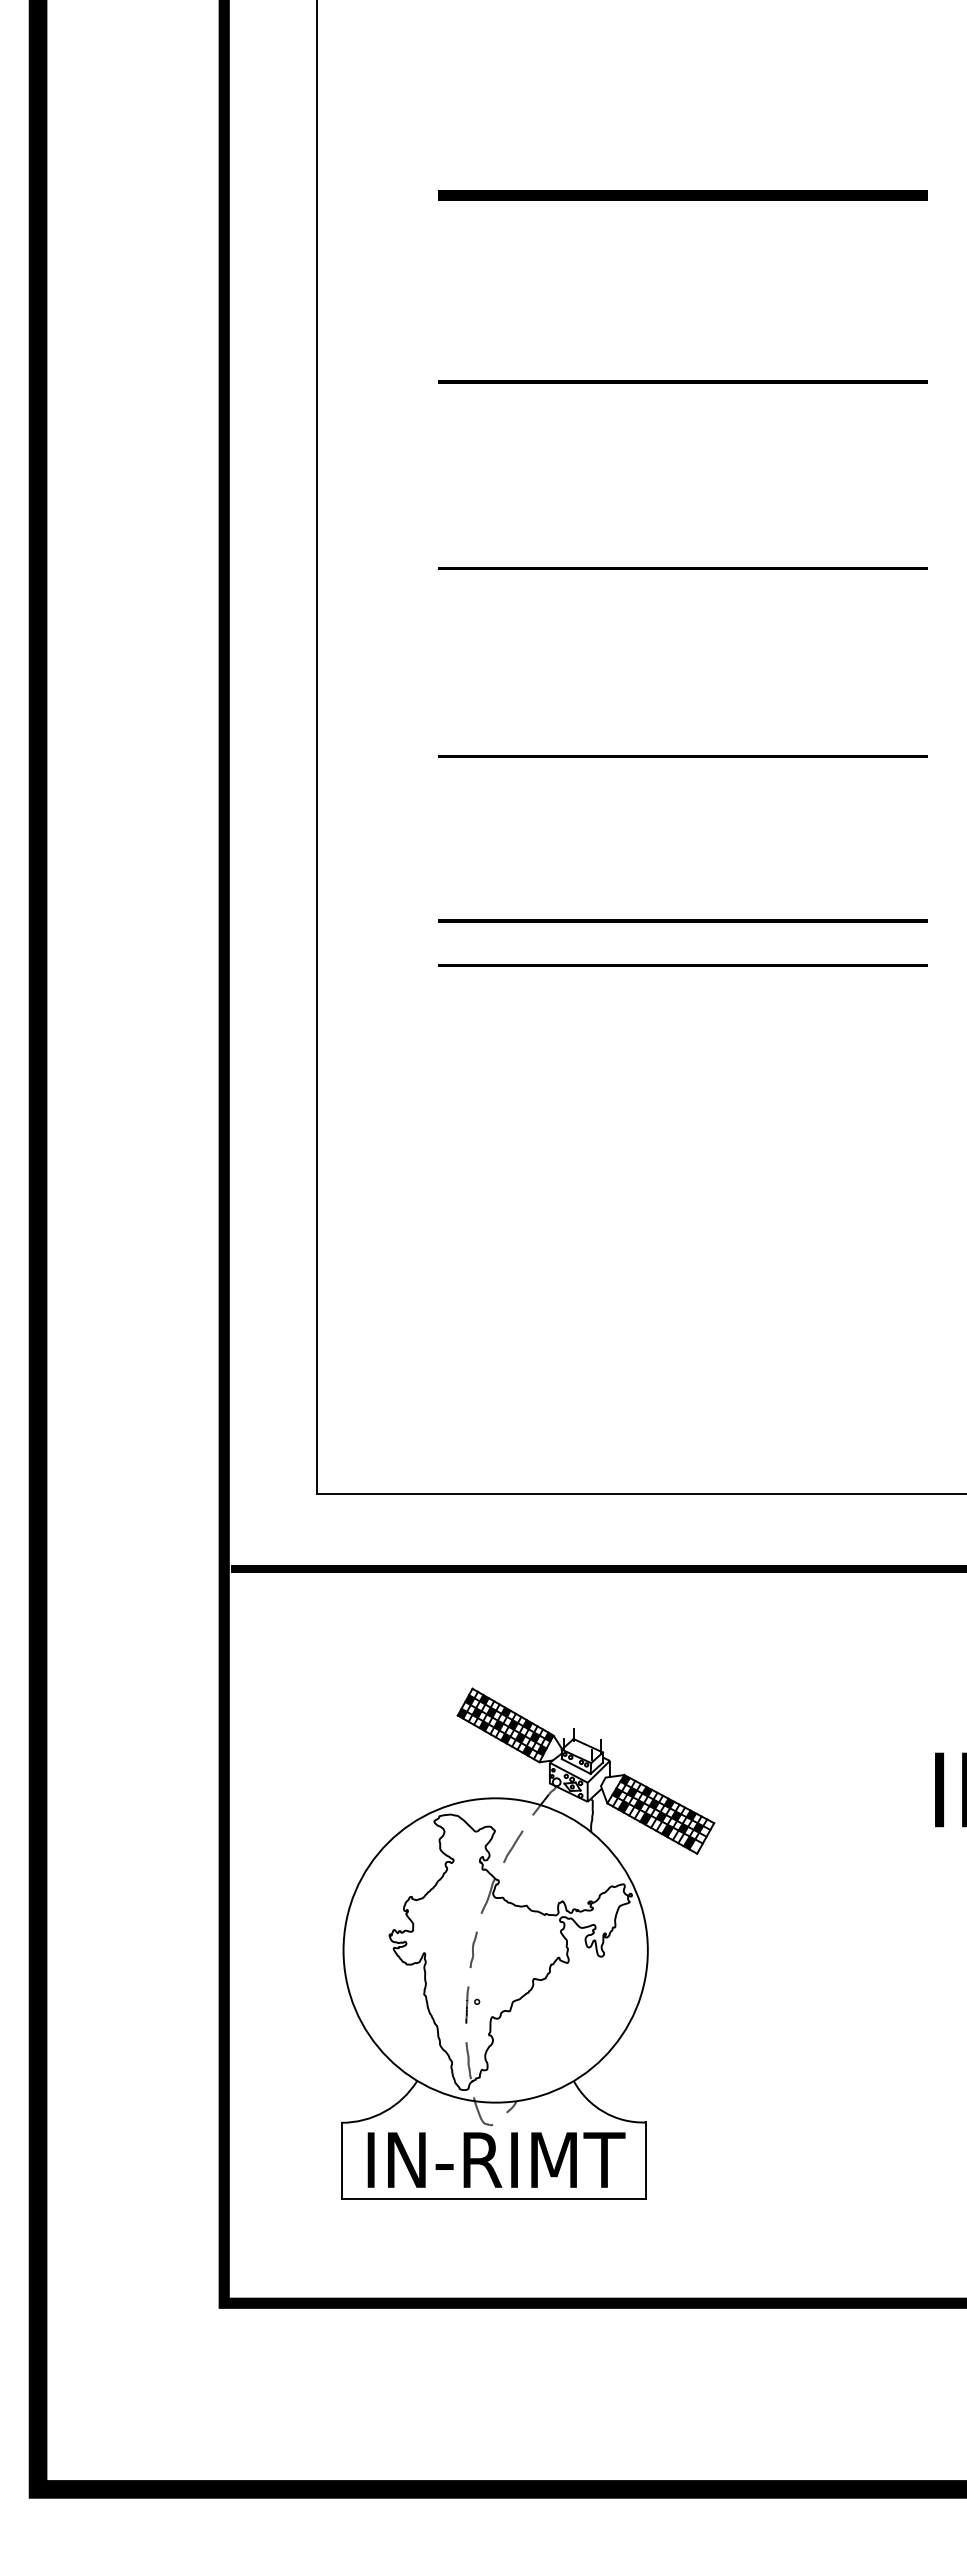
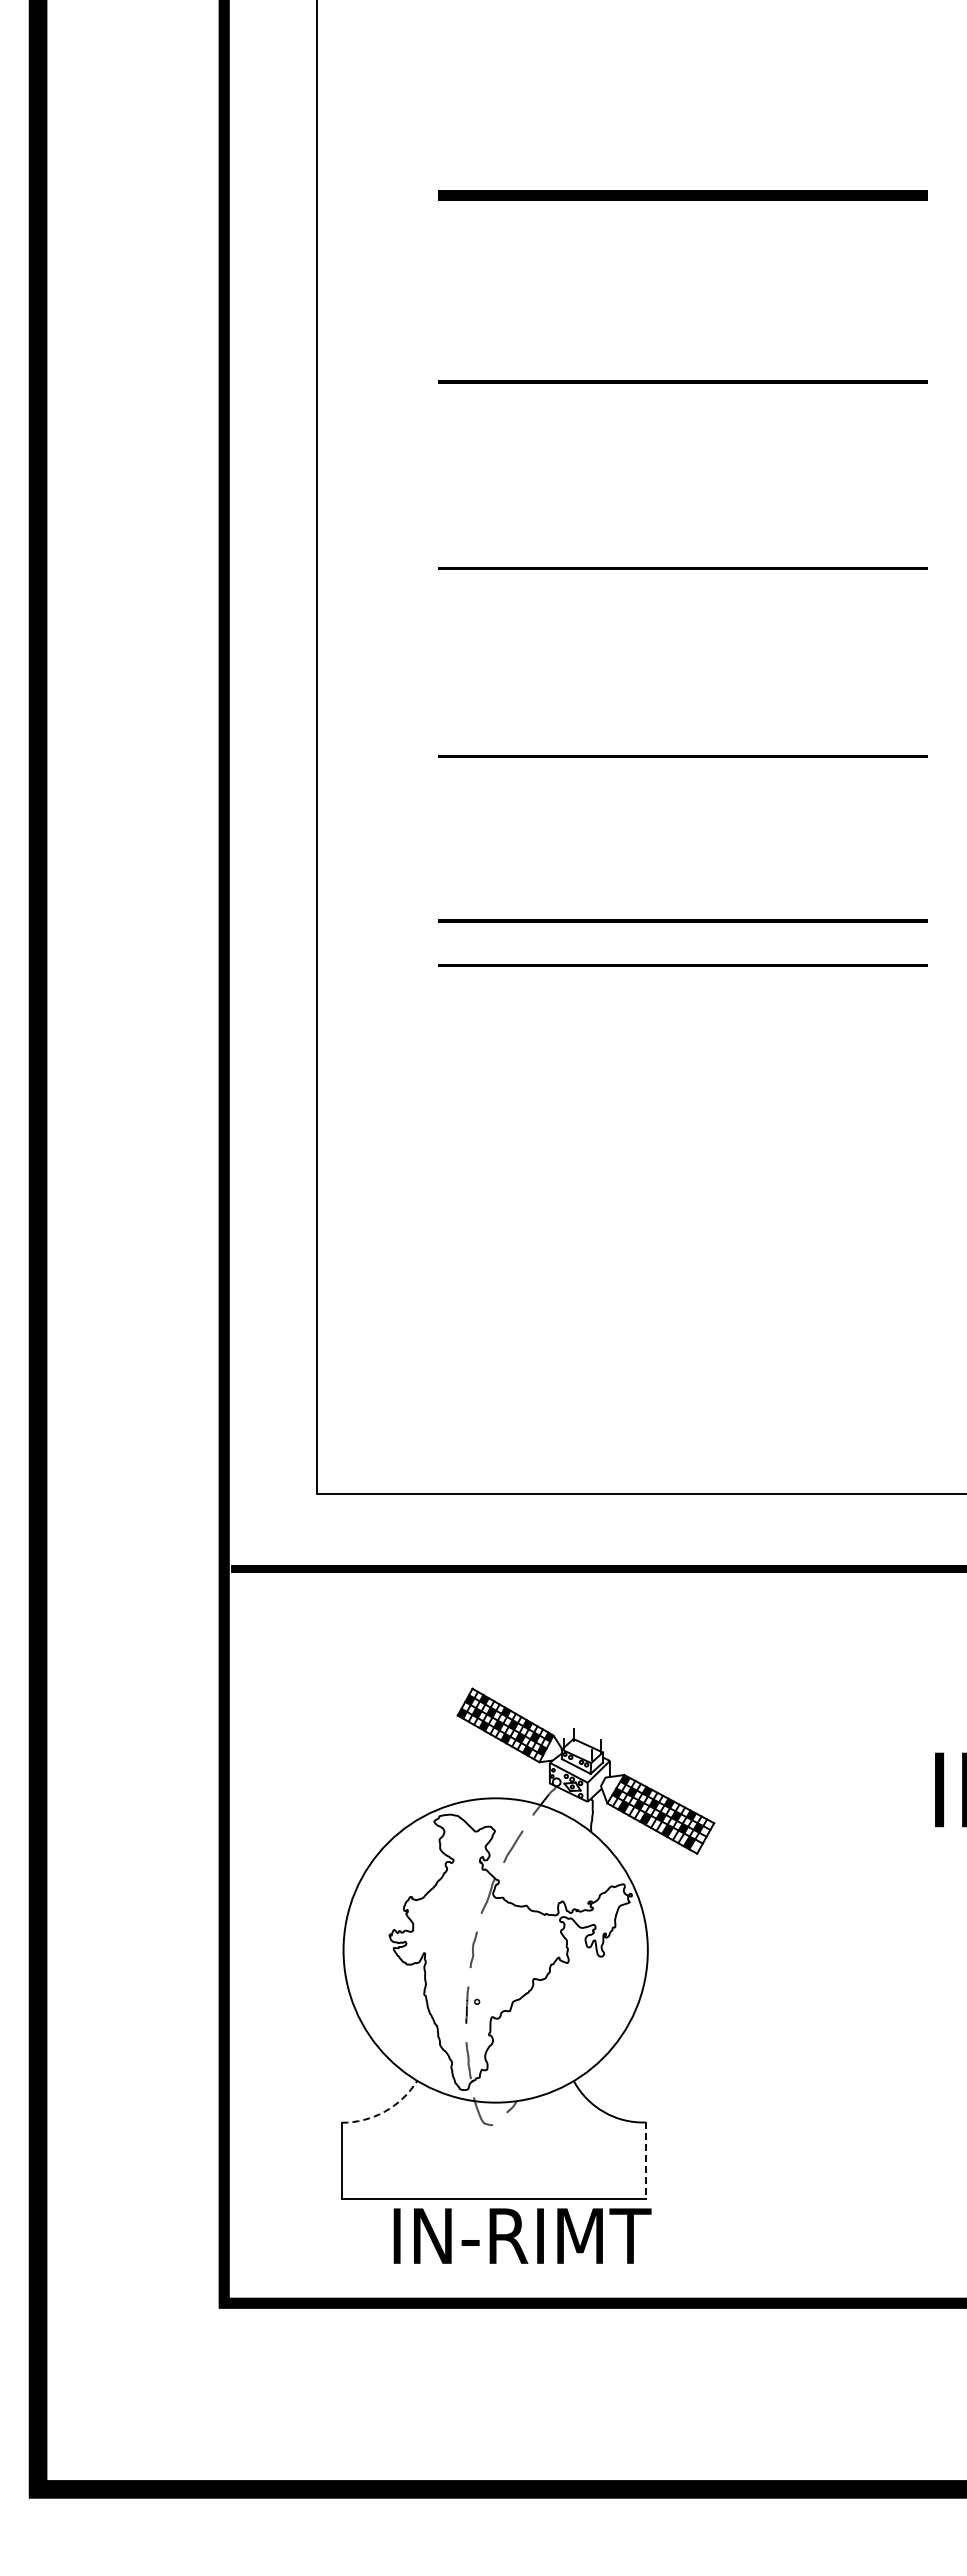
line at (384, 2111): solid -> dashed
text at (496, 2159) position: (496, 2159) -> (522, 2235)
line at (645, 2161): solid -> dashed
